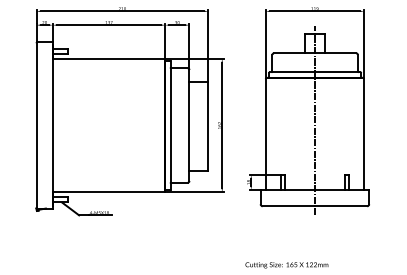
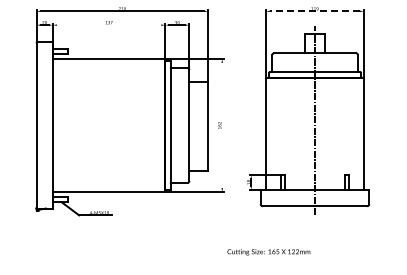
line at (314, 11): solid -> dashed
line at (109, 25): present -> none
line at (222, 125): present -> none
text at (286, 265) position: (286, 265) -> (268, 252)
